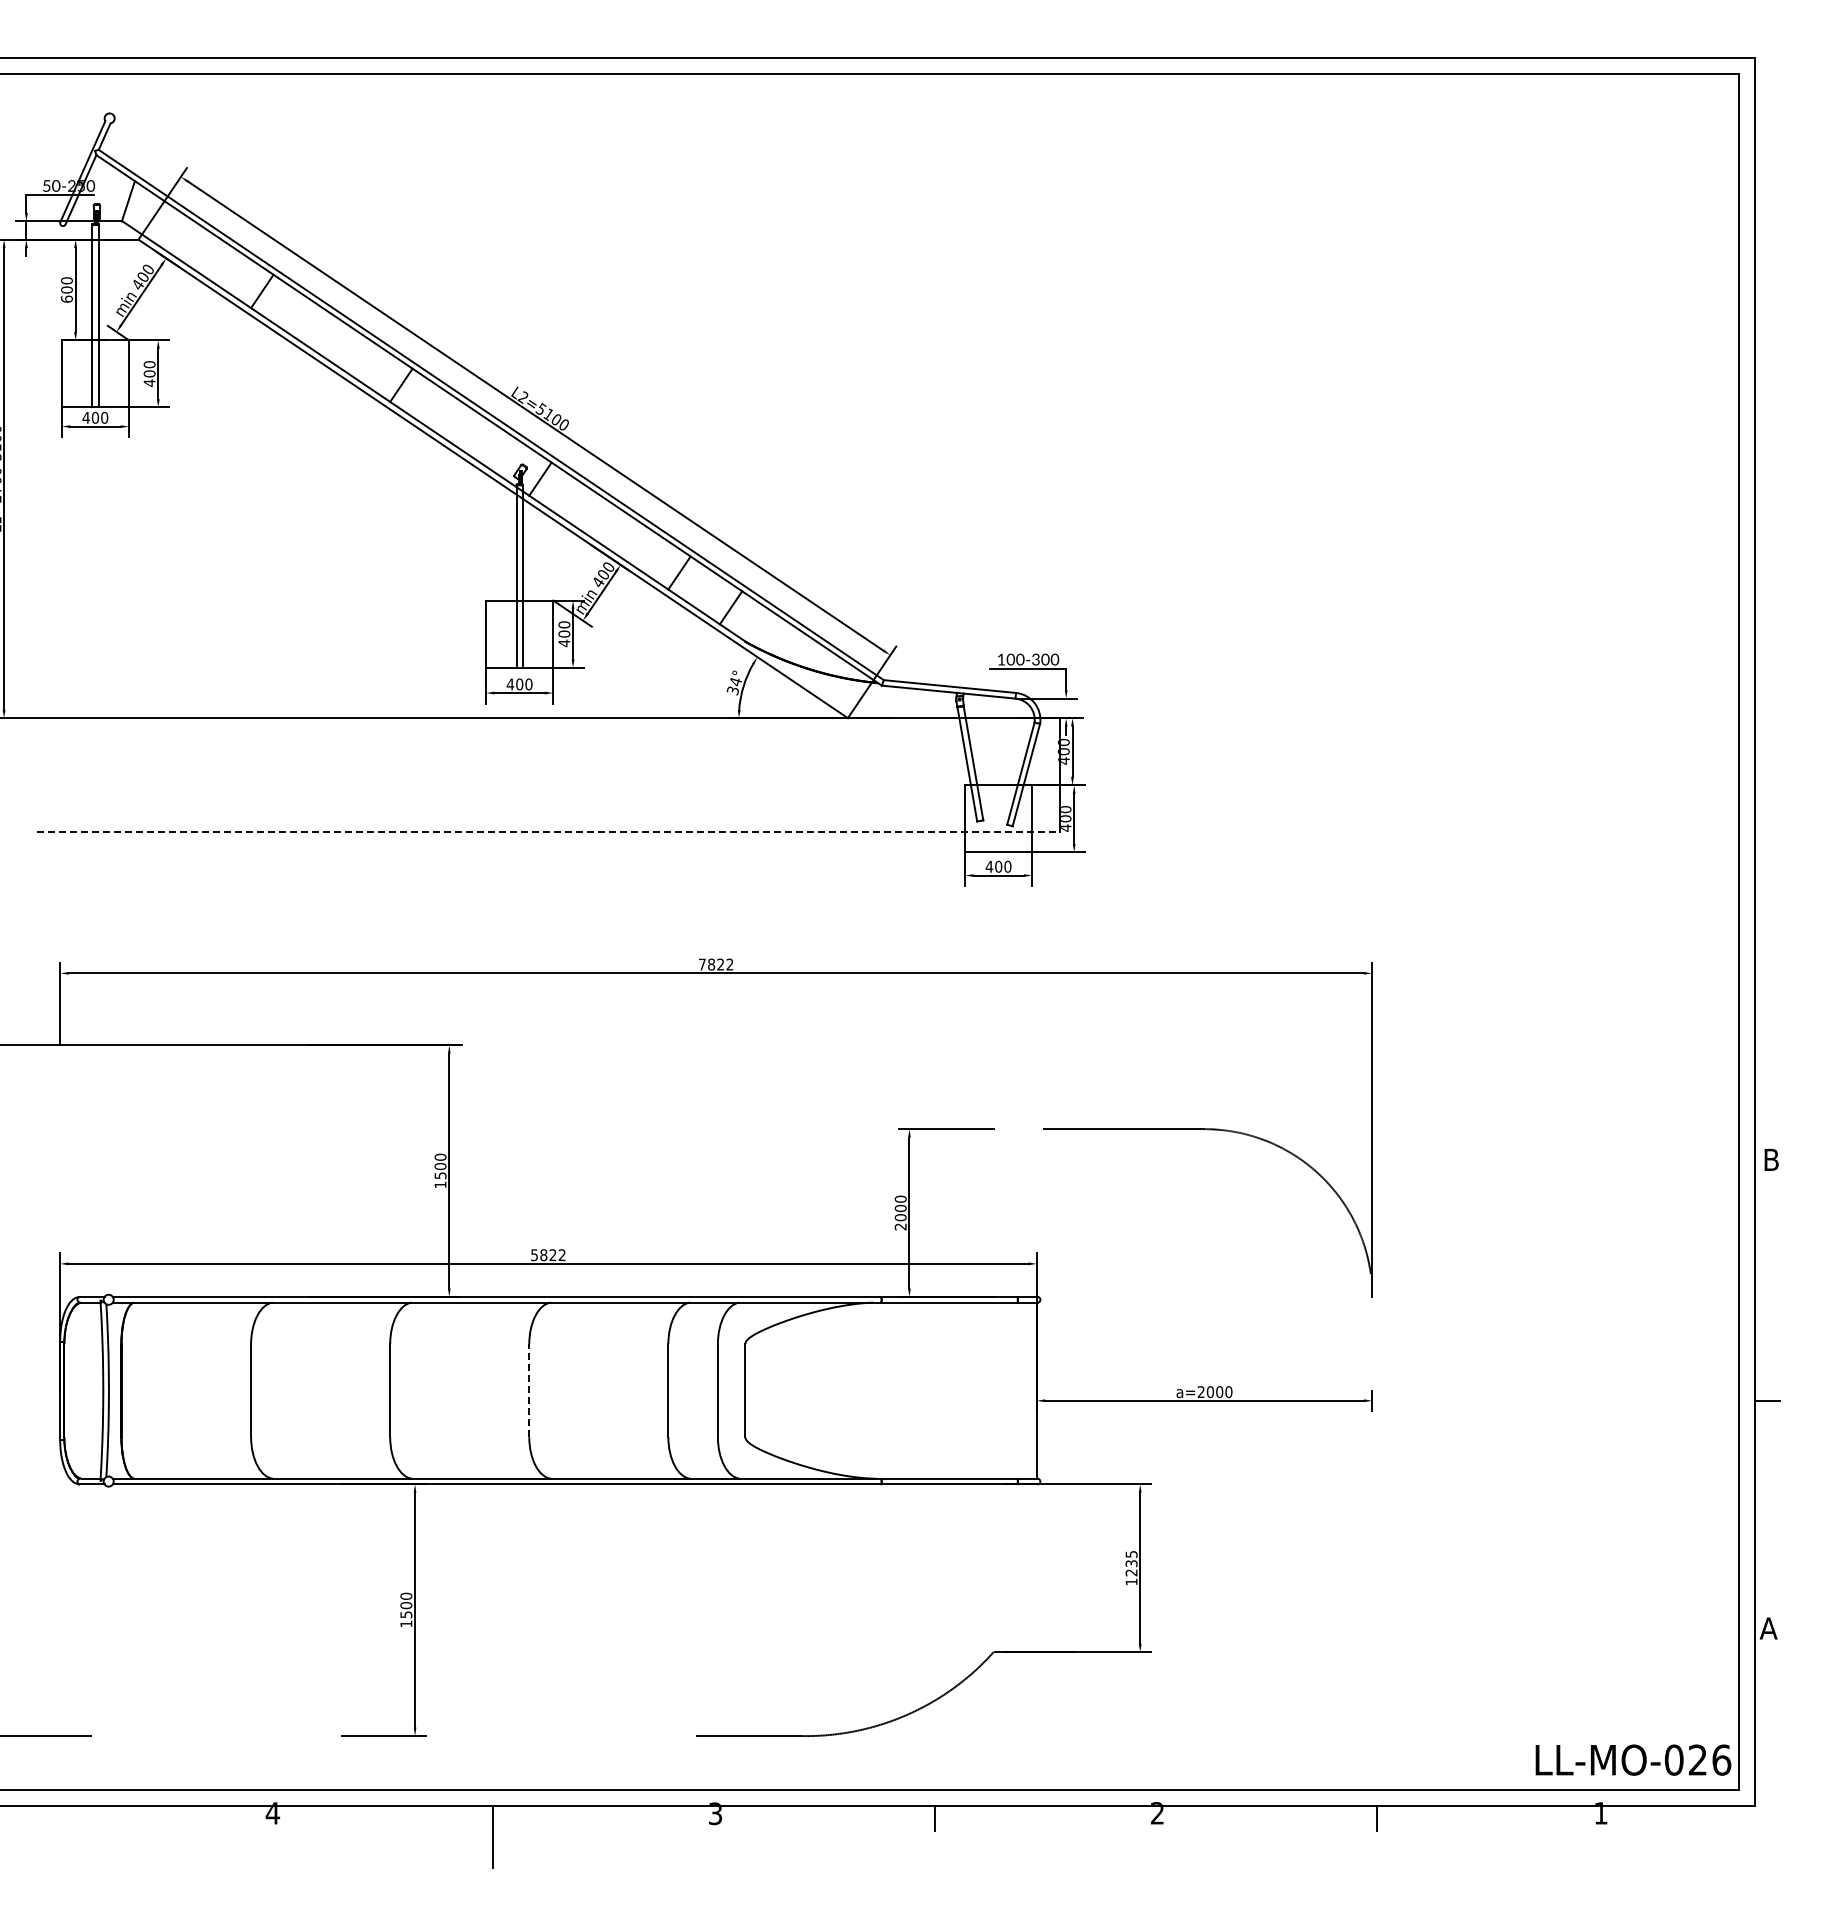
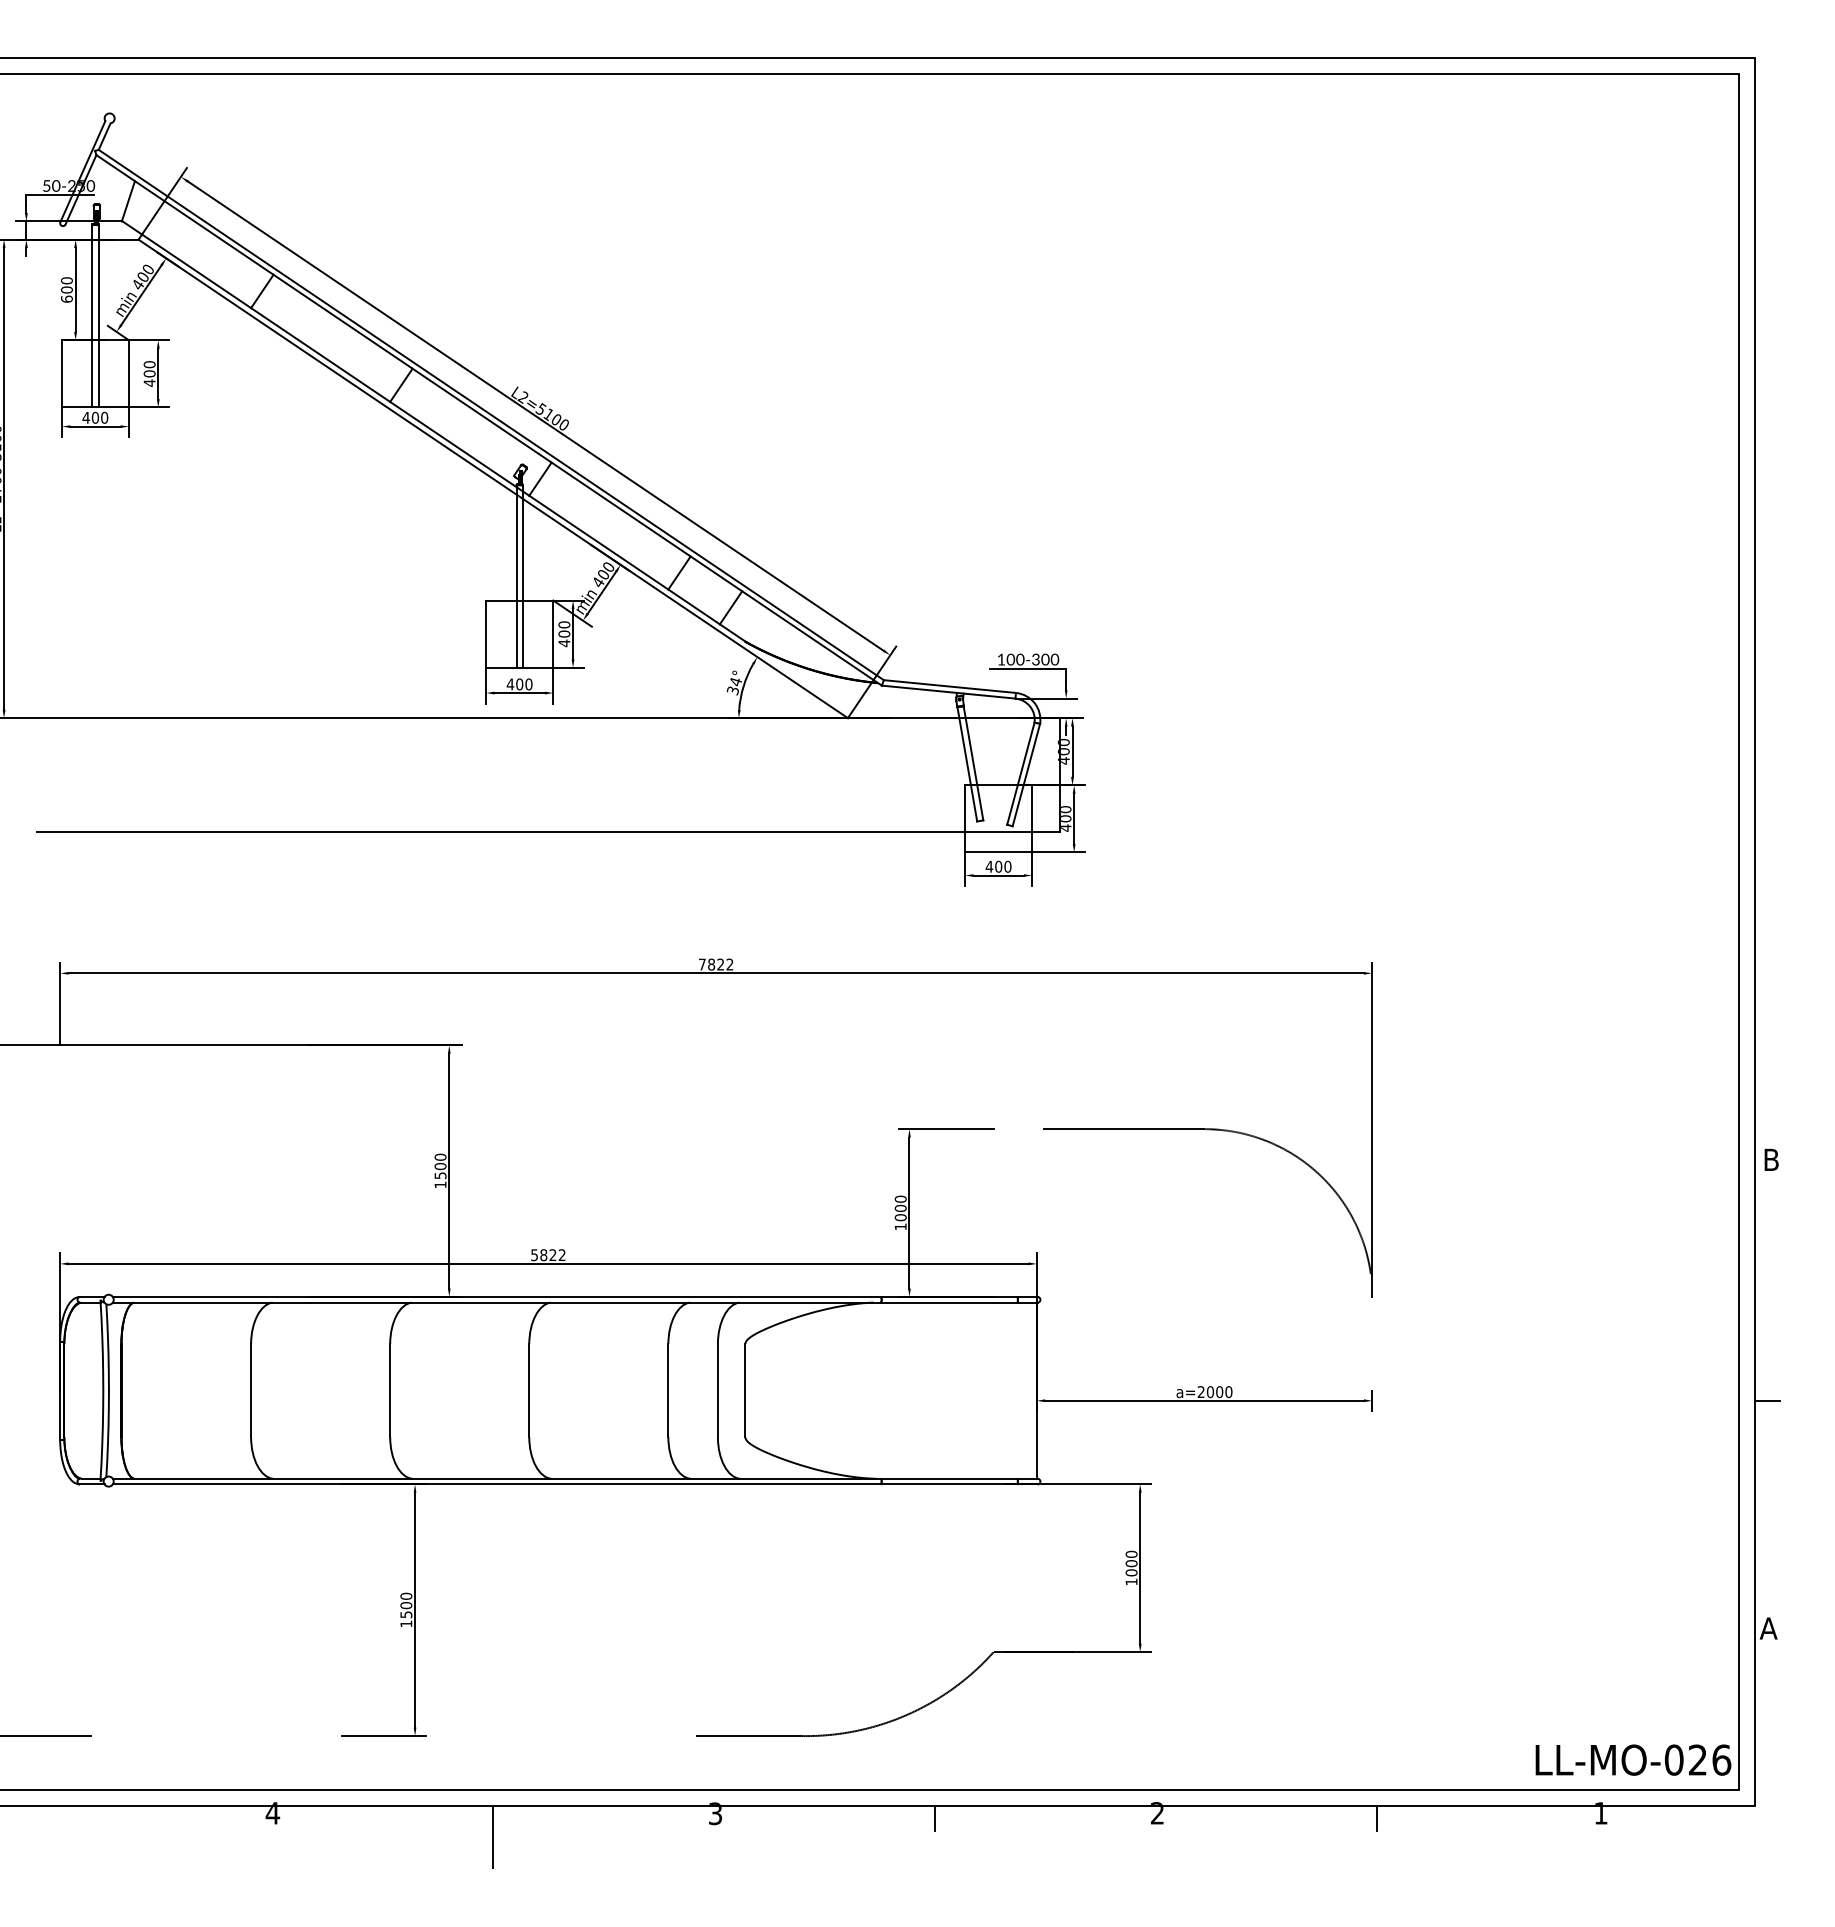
line at (548, 831): dashed -> solid
text at (900, 1226): 2000 -> 1000
line at (529, 1390): dashed -> solid
text at (1131, 1563): 1235 -> 1000
